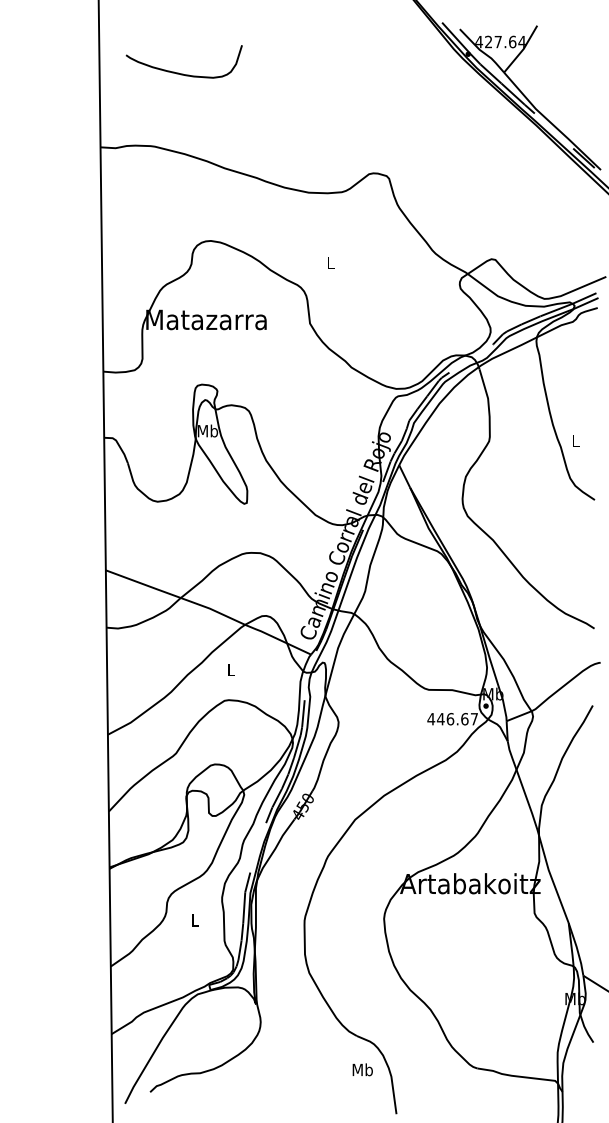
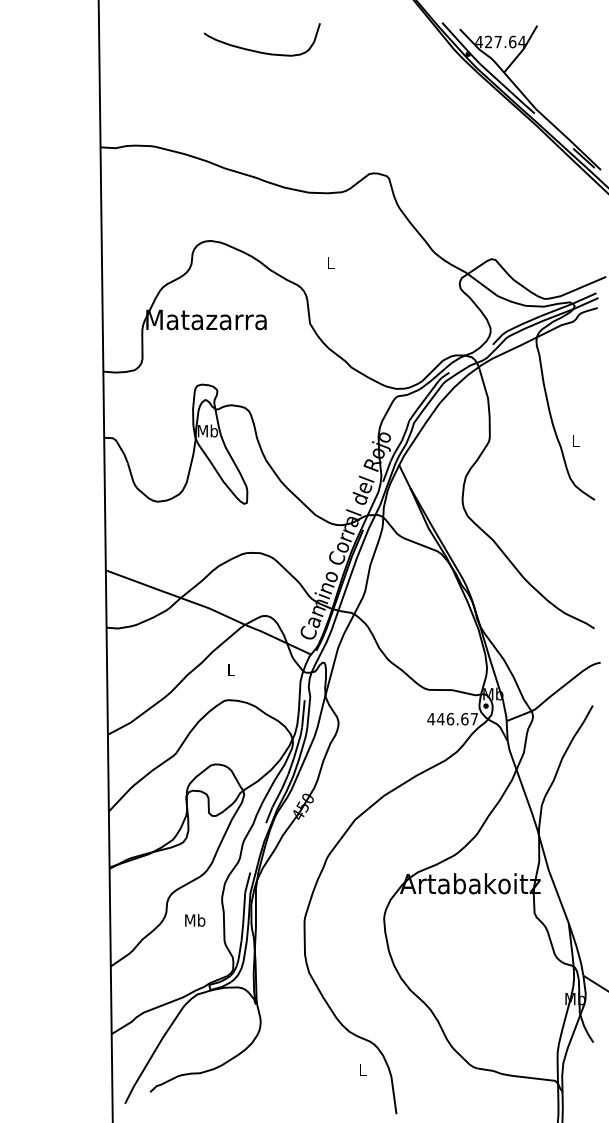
curve at (183, 73) position: (183, 73) -> (261, 51)
text at (195, 920): L -> Mb
text at (362, 1069): Mb -> L
